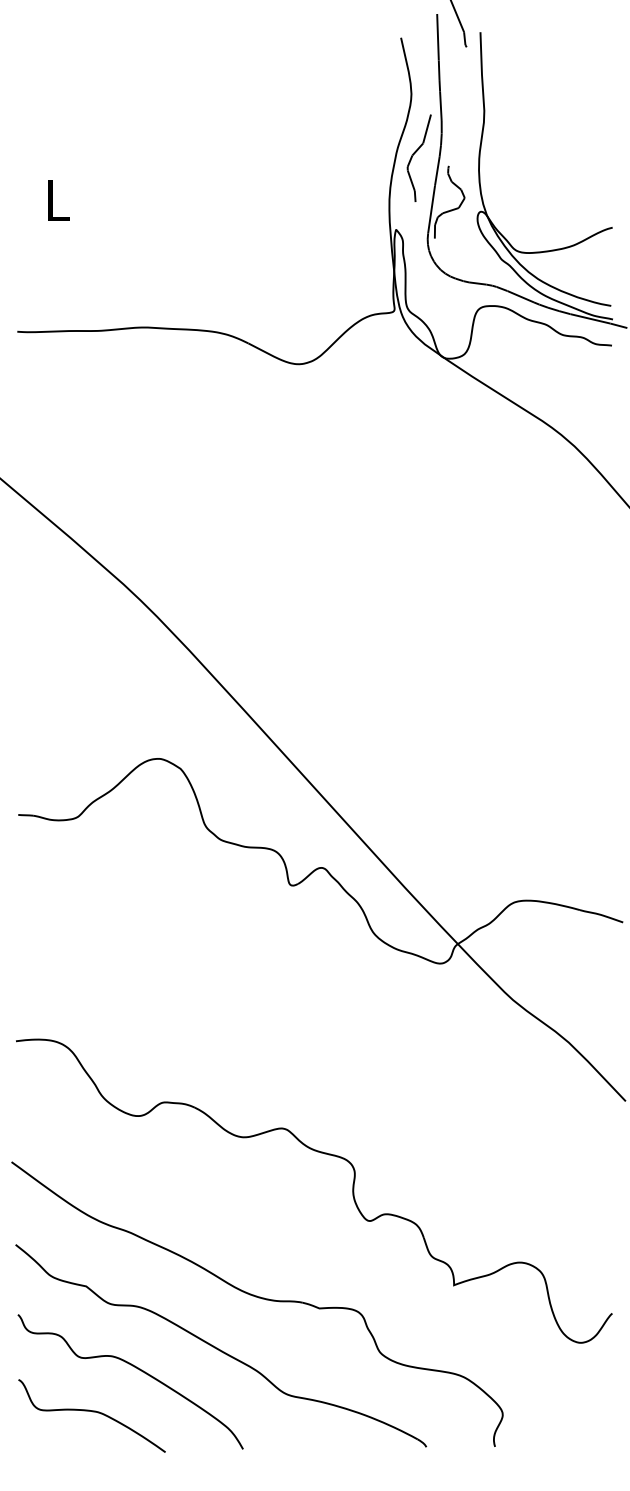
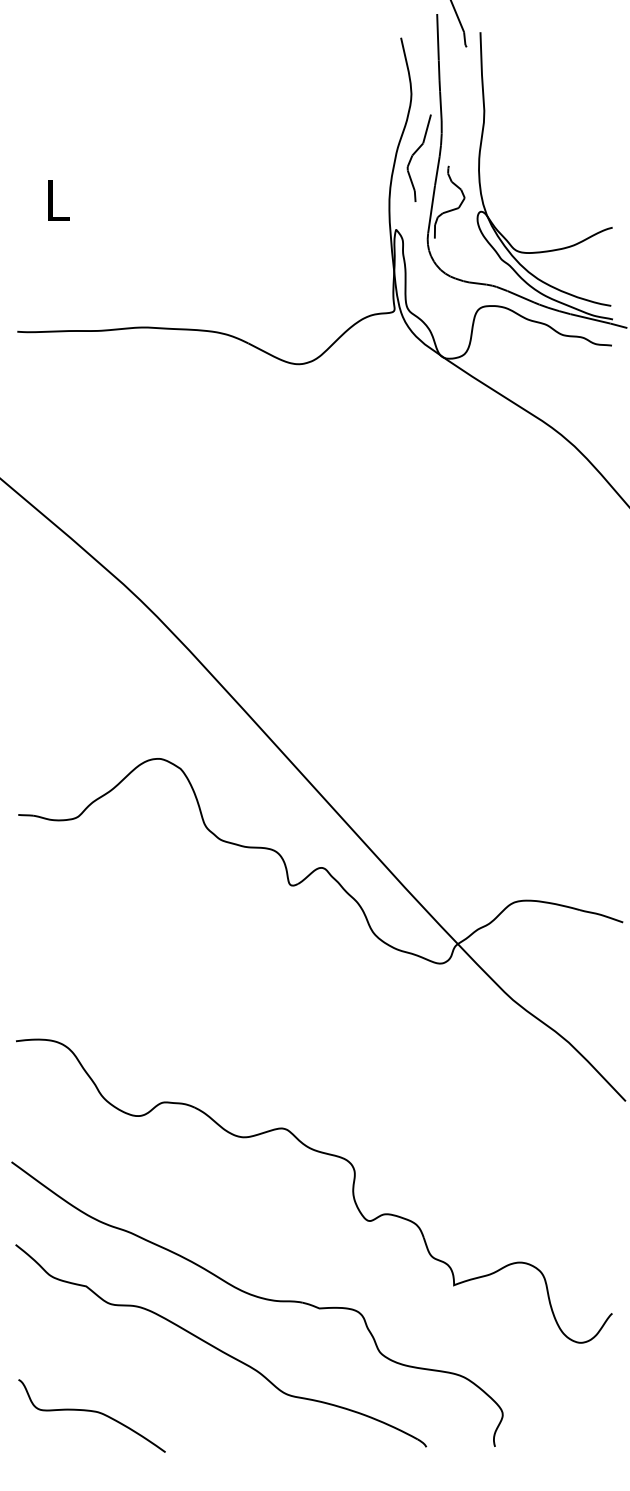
curve at (137, 1369): present -> none
